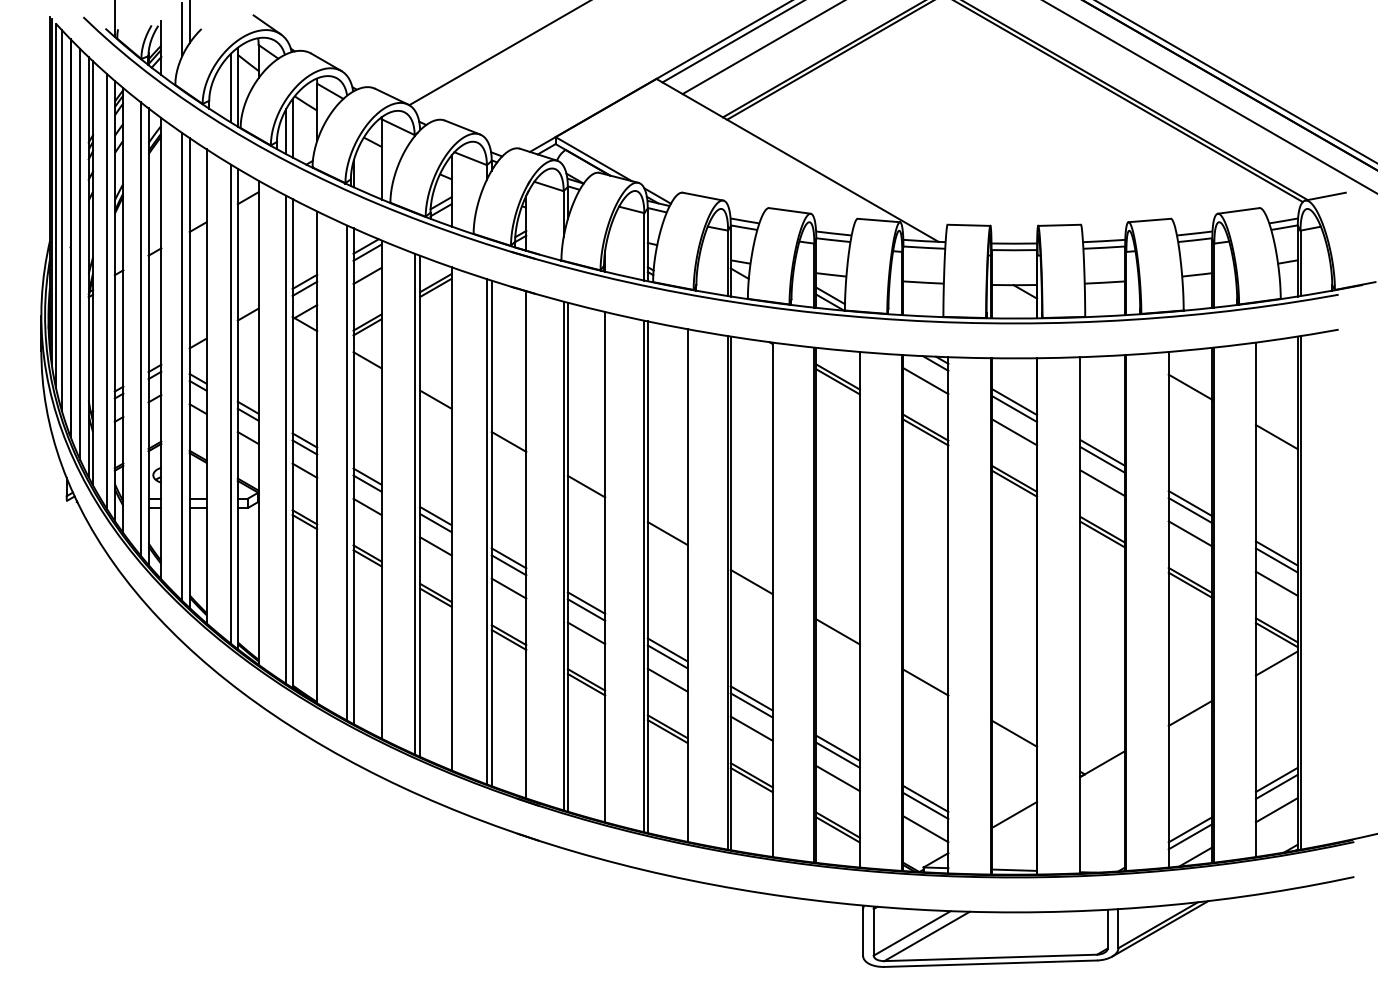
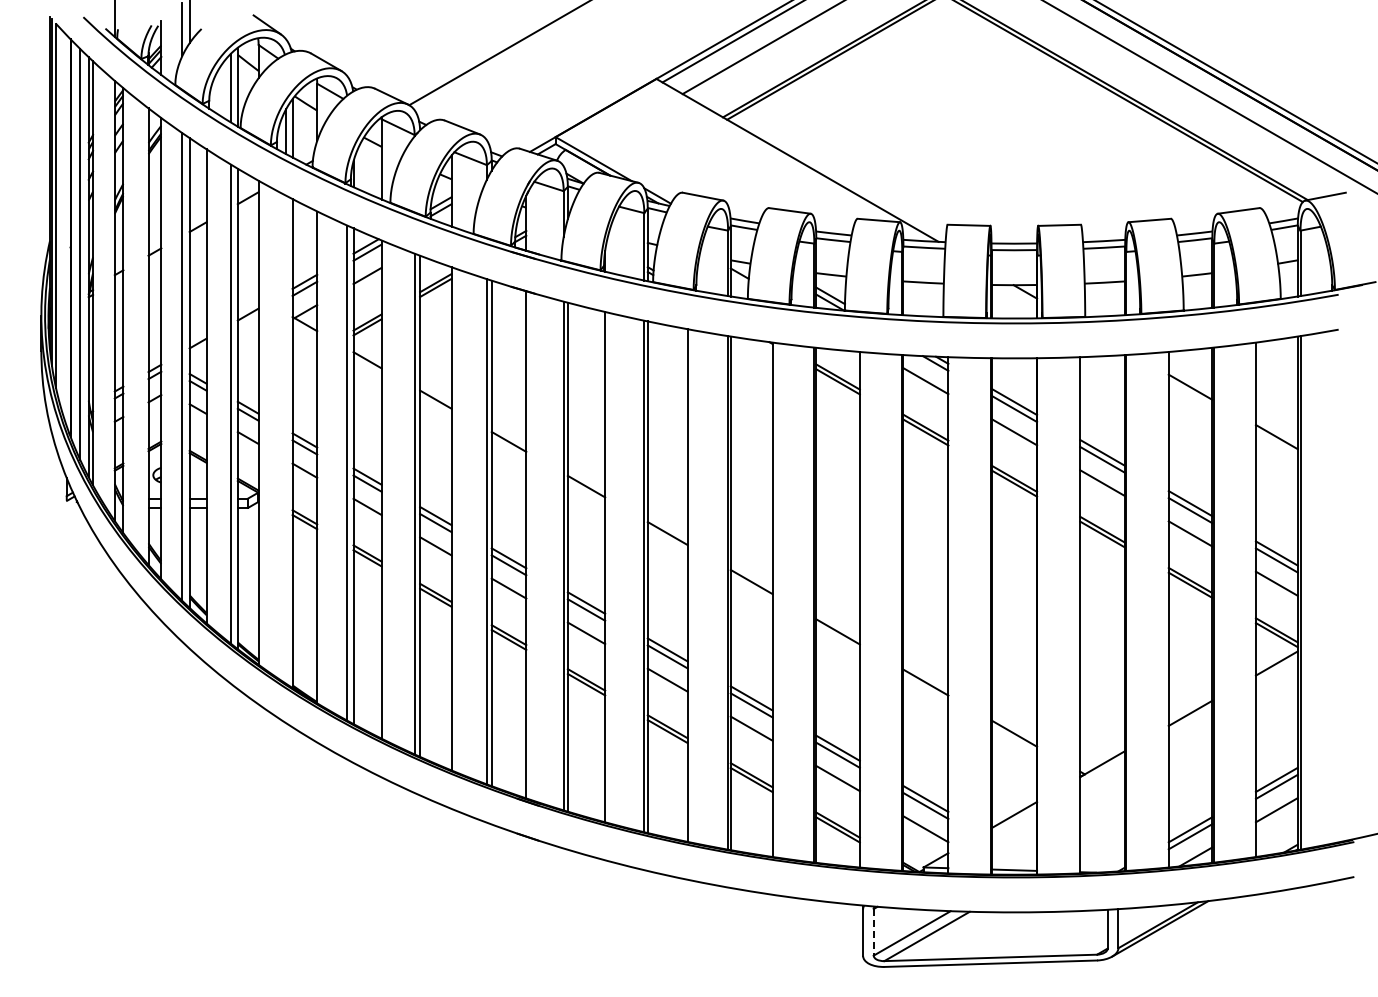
line at (62, 220): present -> none
line at (106, 290): present -> none
line at (140, 328): present -> none
line at (286, 439): present -> none
line at (873, 932): solid -> dashed
